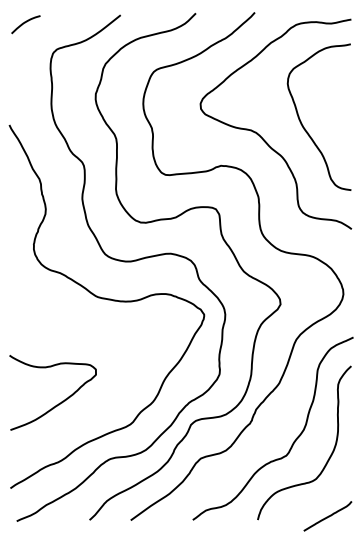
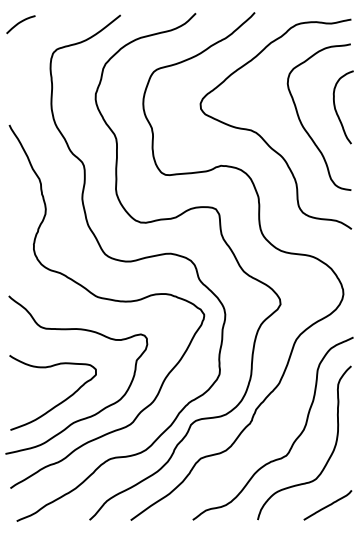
curve at (25, 23) position: (25, 23) -> (20, 23)
curve at (336, 109): none -> present
curve at (99, 410): none -> present
curve at (327, 516) position: (327, 516) -> (327, 505)
